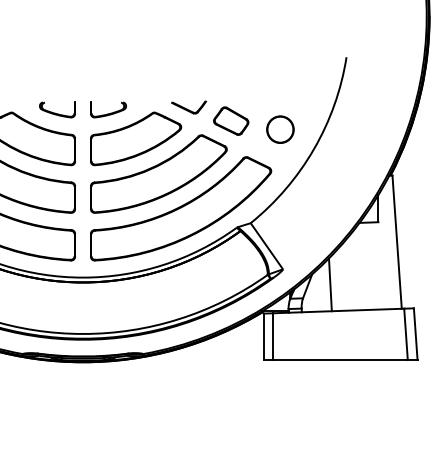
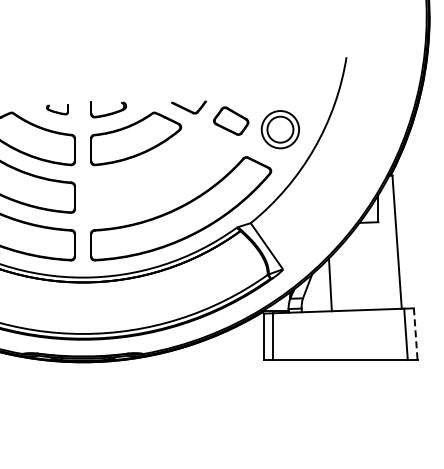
part at (57, 109) size: 37x18 px -> 23x12 px
circle at (280, 129) diameter: 27 px -> 37 px
part at (158, 173): present -> none
line at (415, 334): solid -> dashed
